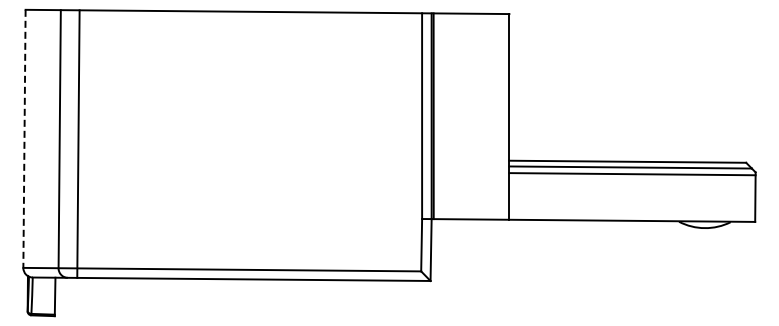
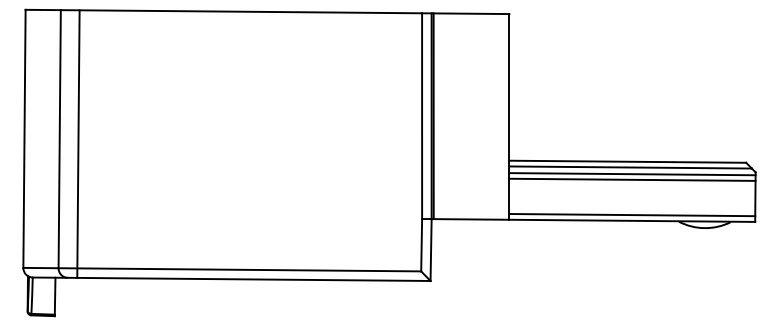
line at (24, 139): dashed -> solid
line at (632, 179): none -> present
line at (632, 215): none -> present
